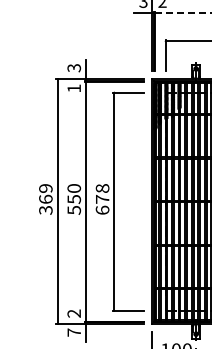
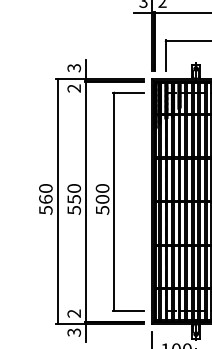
line at (183, 12): dashed -> solid
text at (73, 88): 1 -> 2
text at (45, 199): 369 -> 560
text at (102, 199): 678 -> 500
text at (74, 332): 7 -> 3
